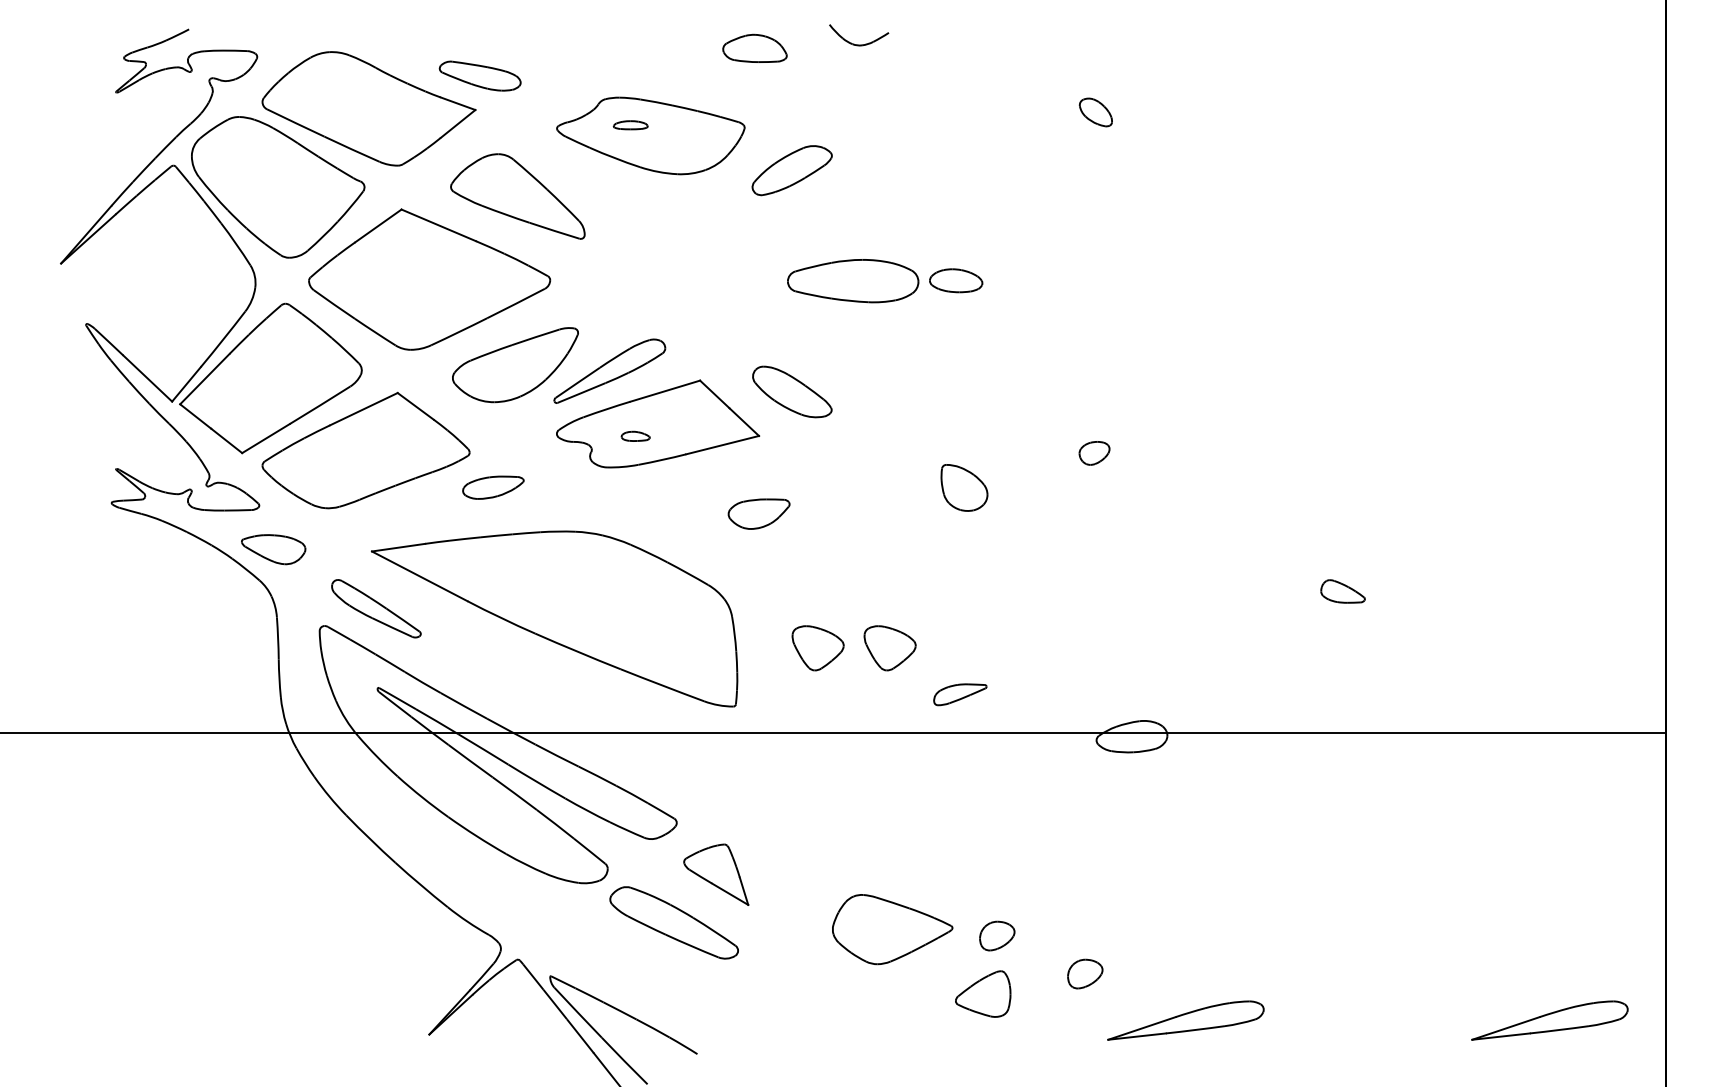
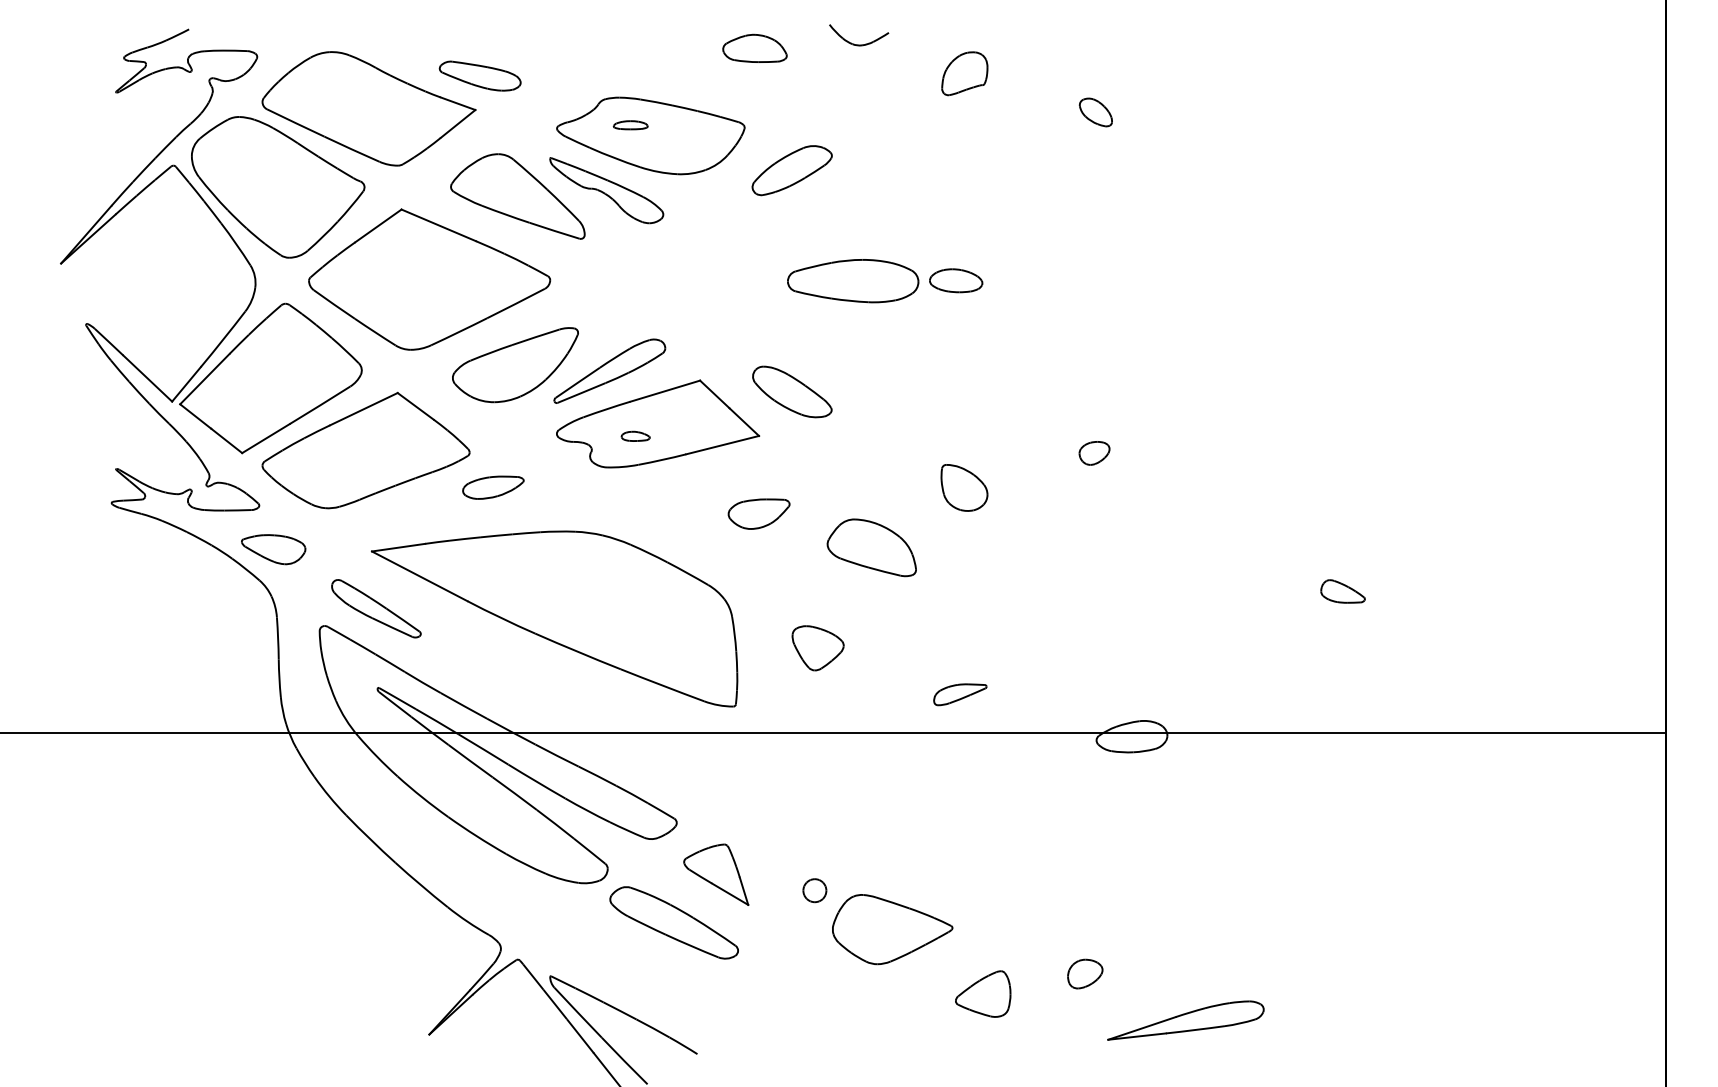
part at (964, 73): none -> present
part at (606, 190): none -> present
part at (871, 547): none -> present
part at (889, 648): present -> none
part at (814, 890): none -> present
part at (997, 935): present -> none
part at (1549, 1020): present -> none
